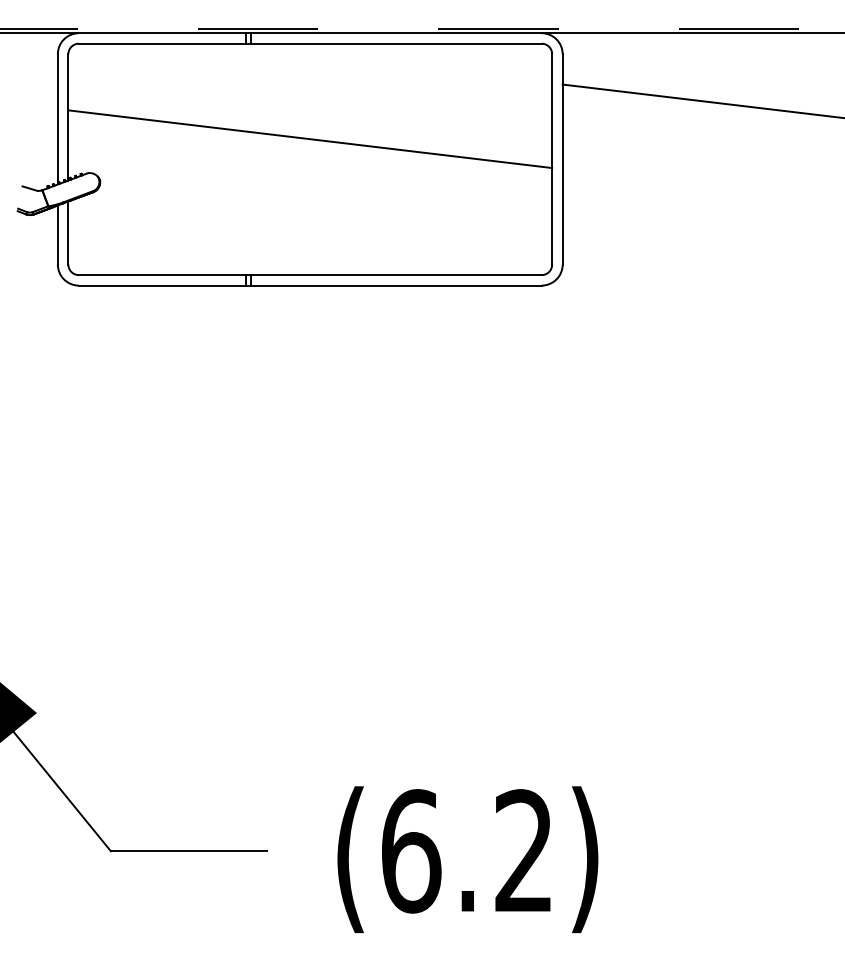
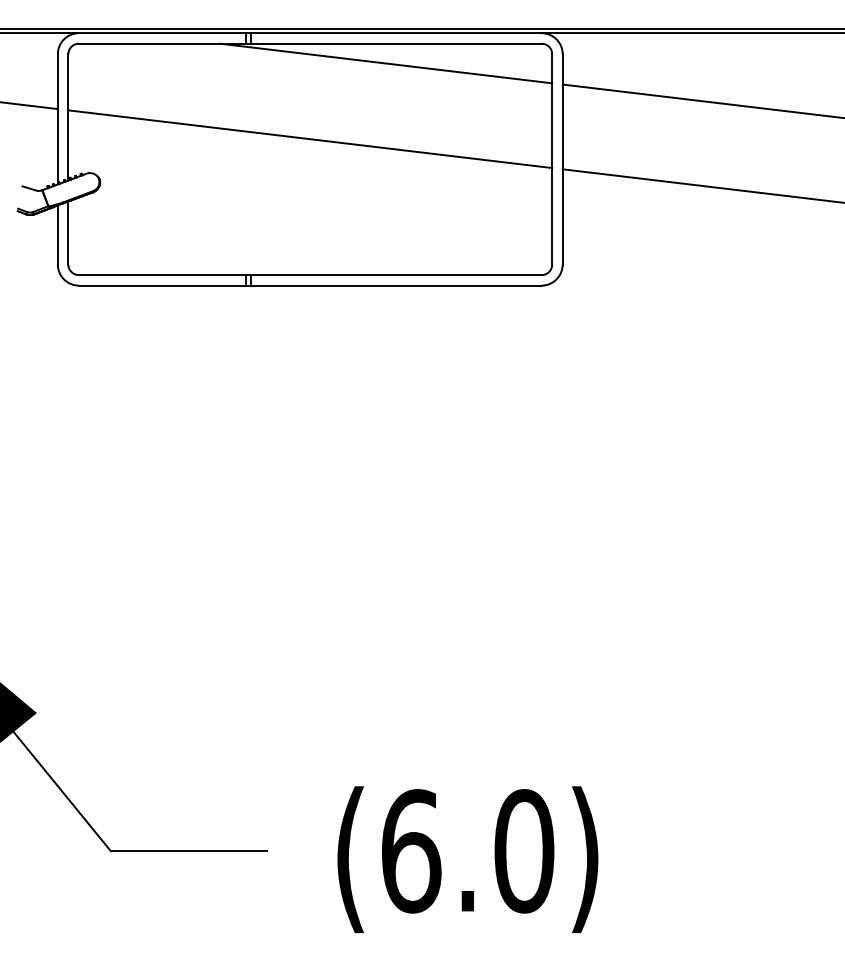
line at (422, 28): dashed -> solid
line at (386, 63): none -> present
line at (29, 105): none -> present
line at (701, 185): none -> present
text at (524, 851): (6.2) -> (6.0)
